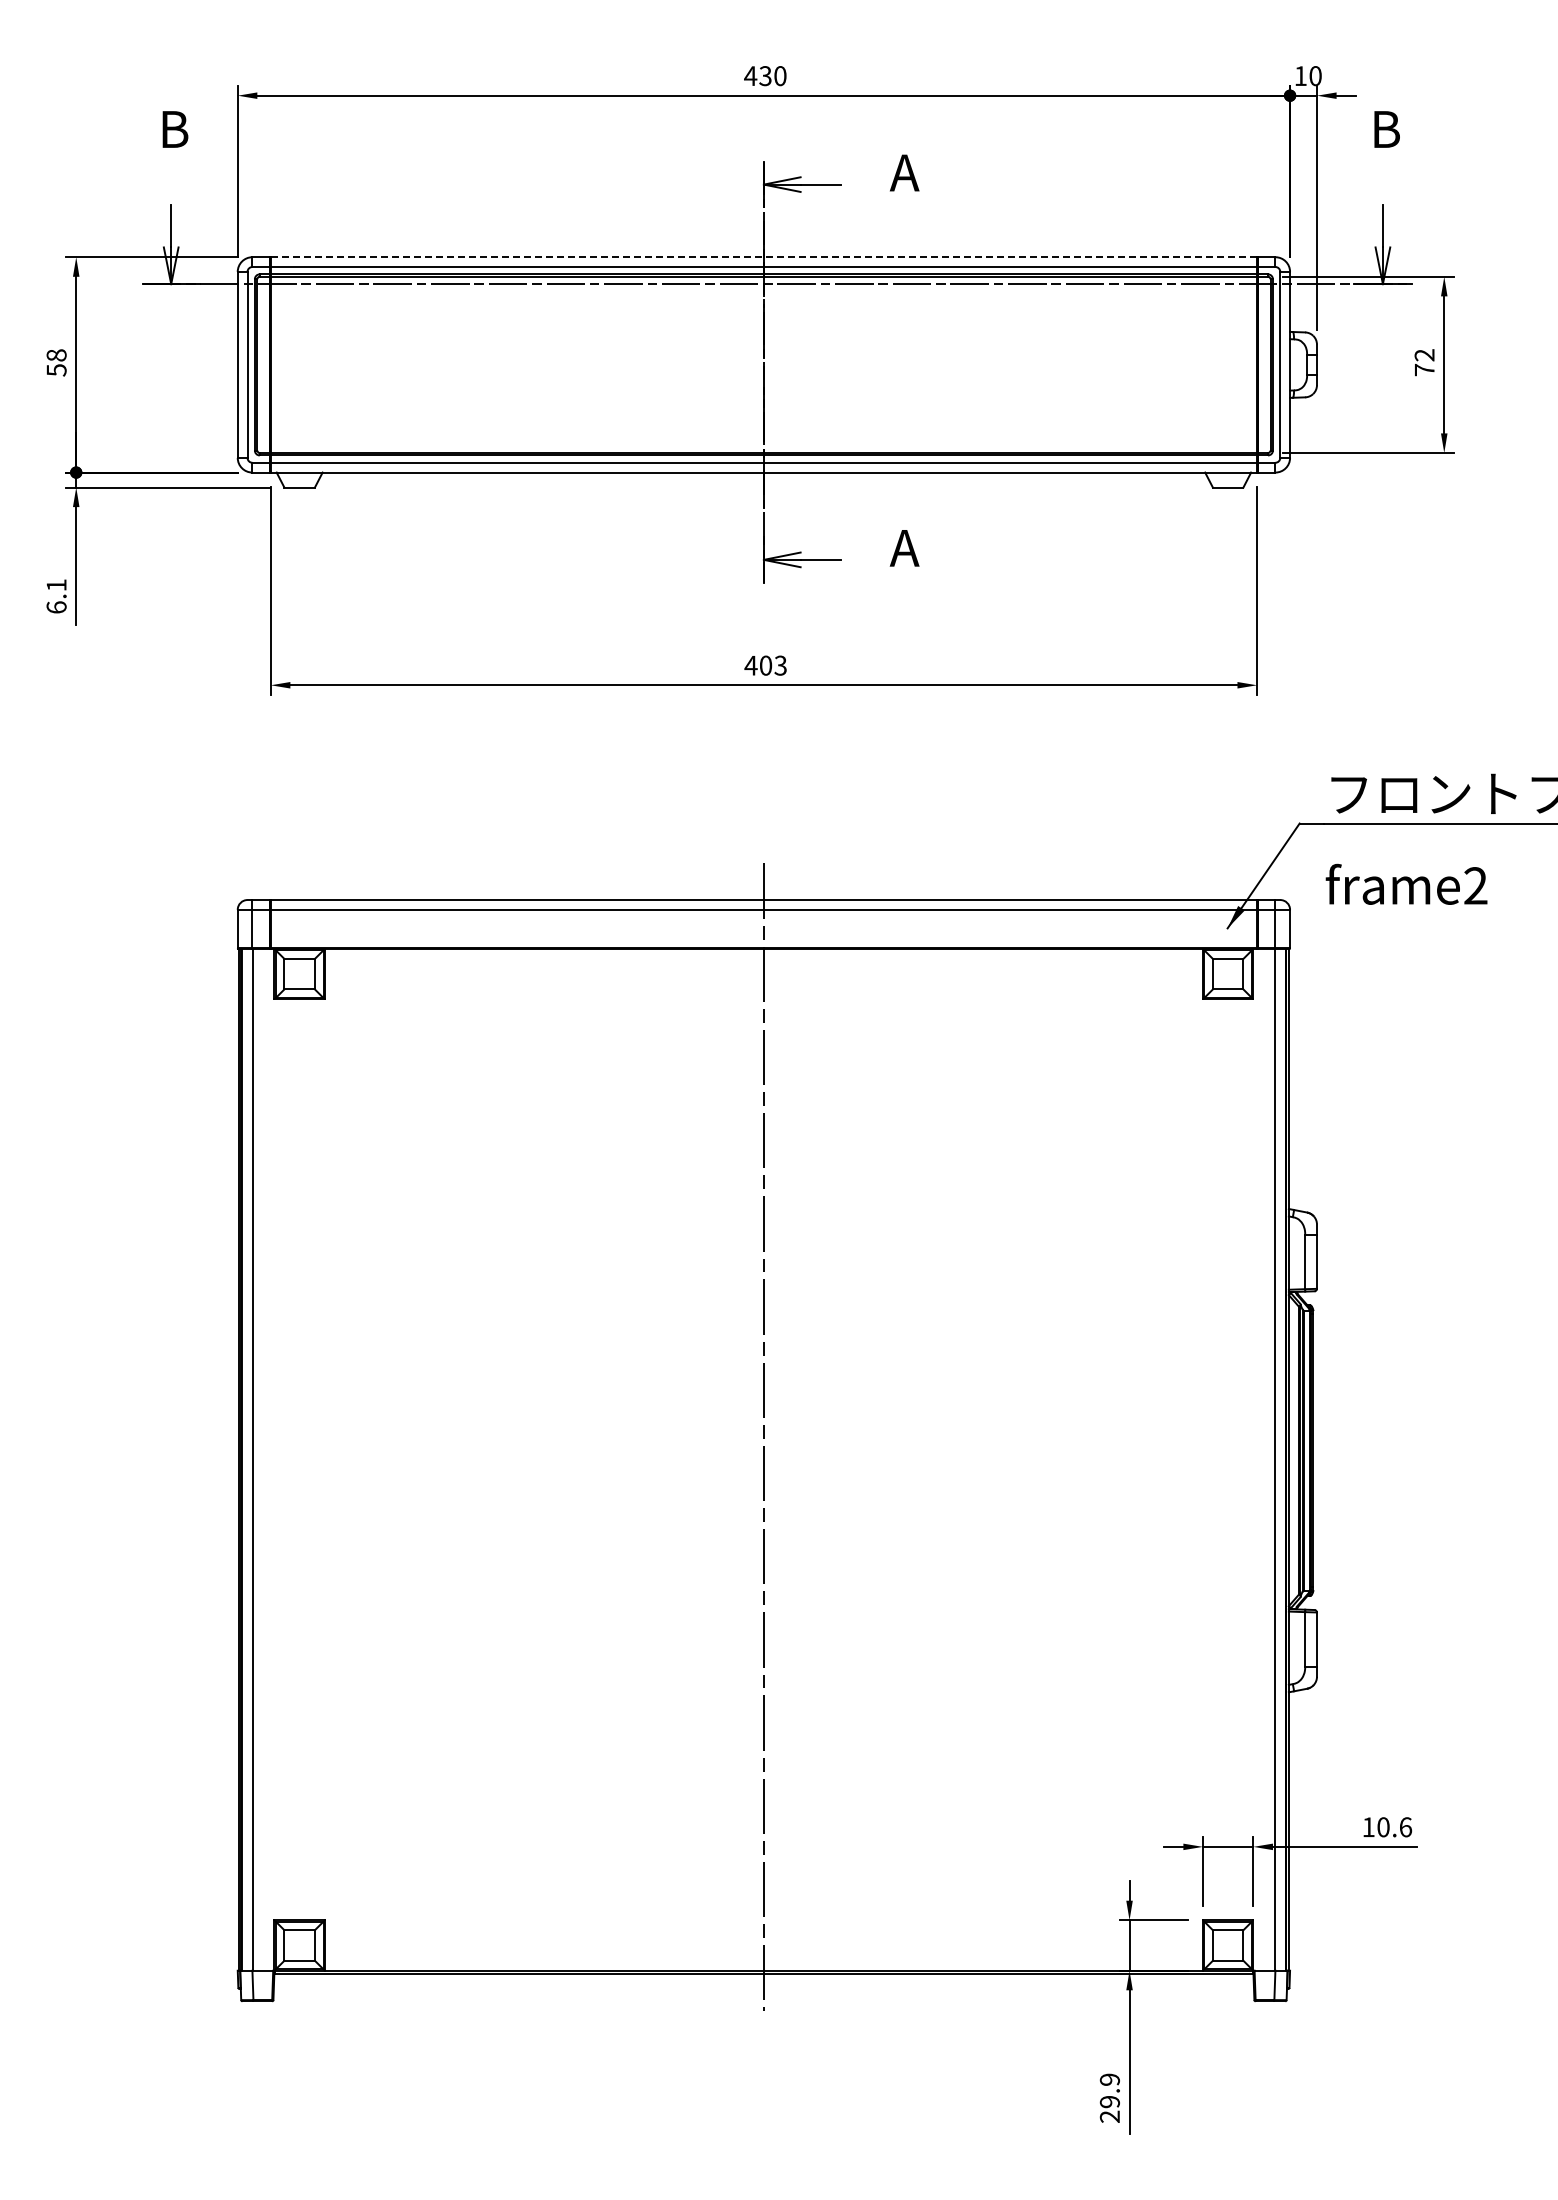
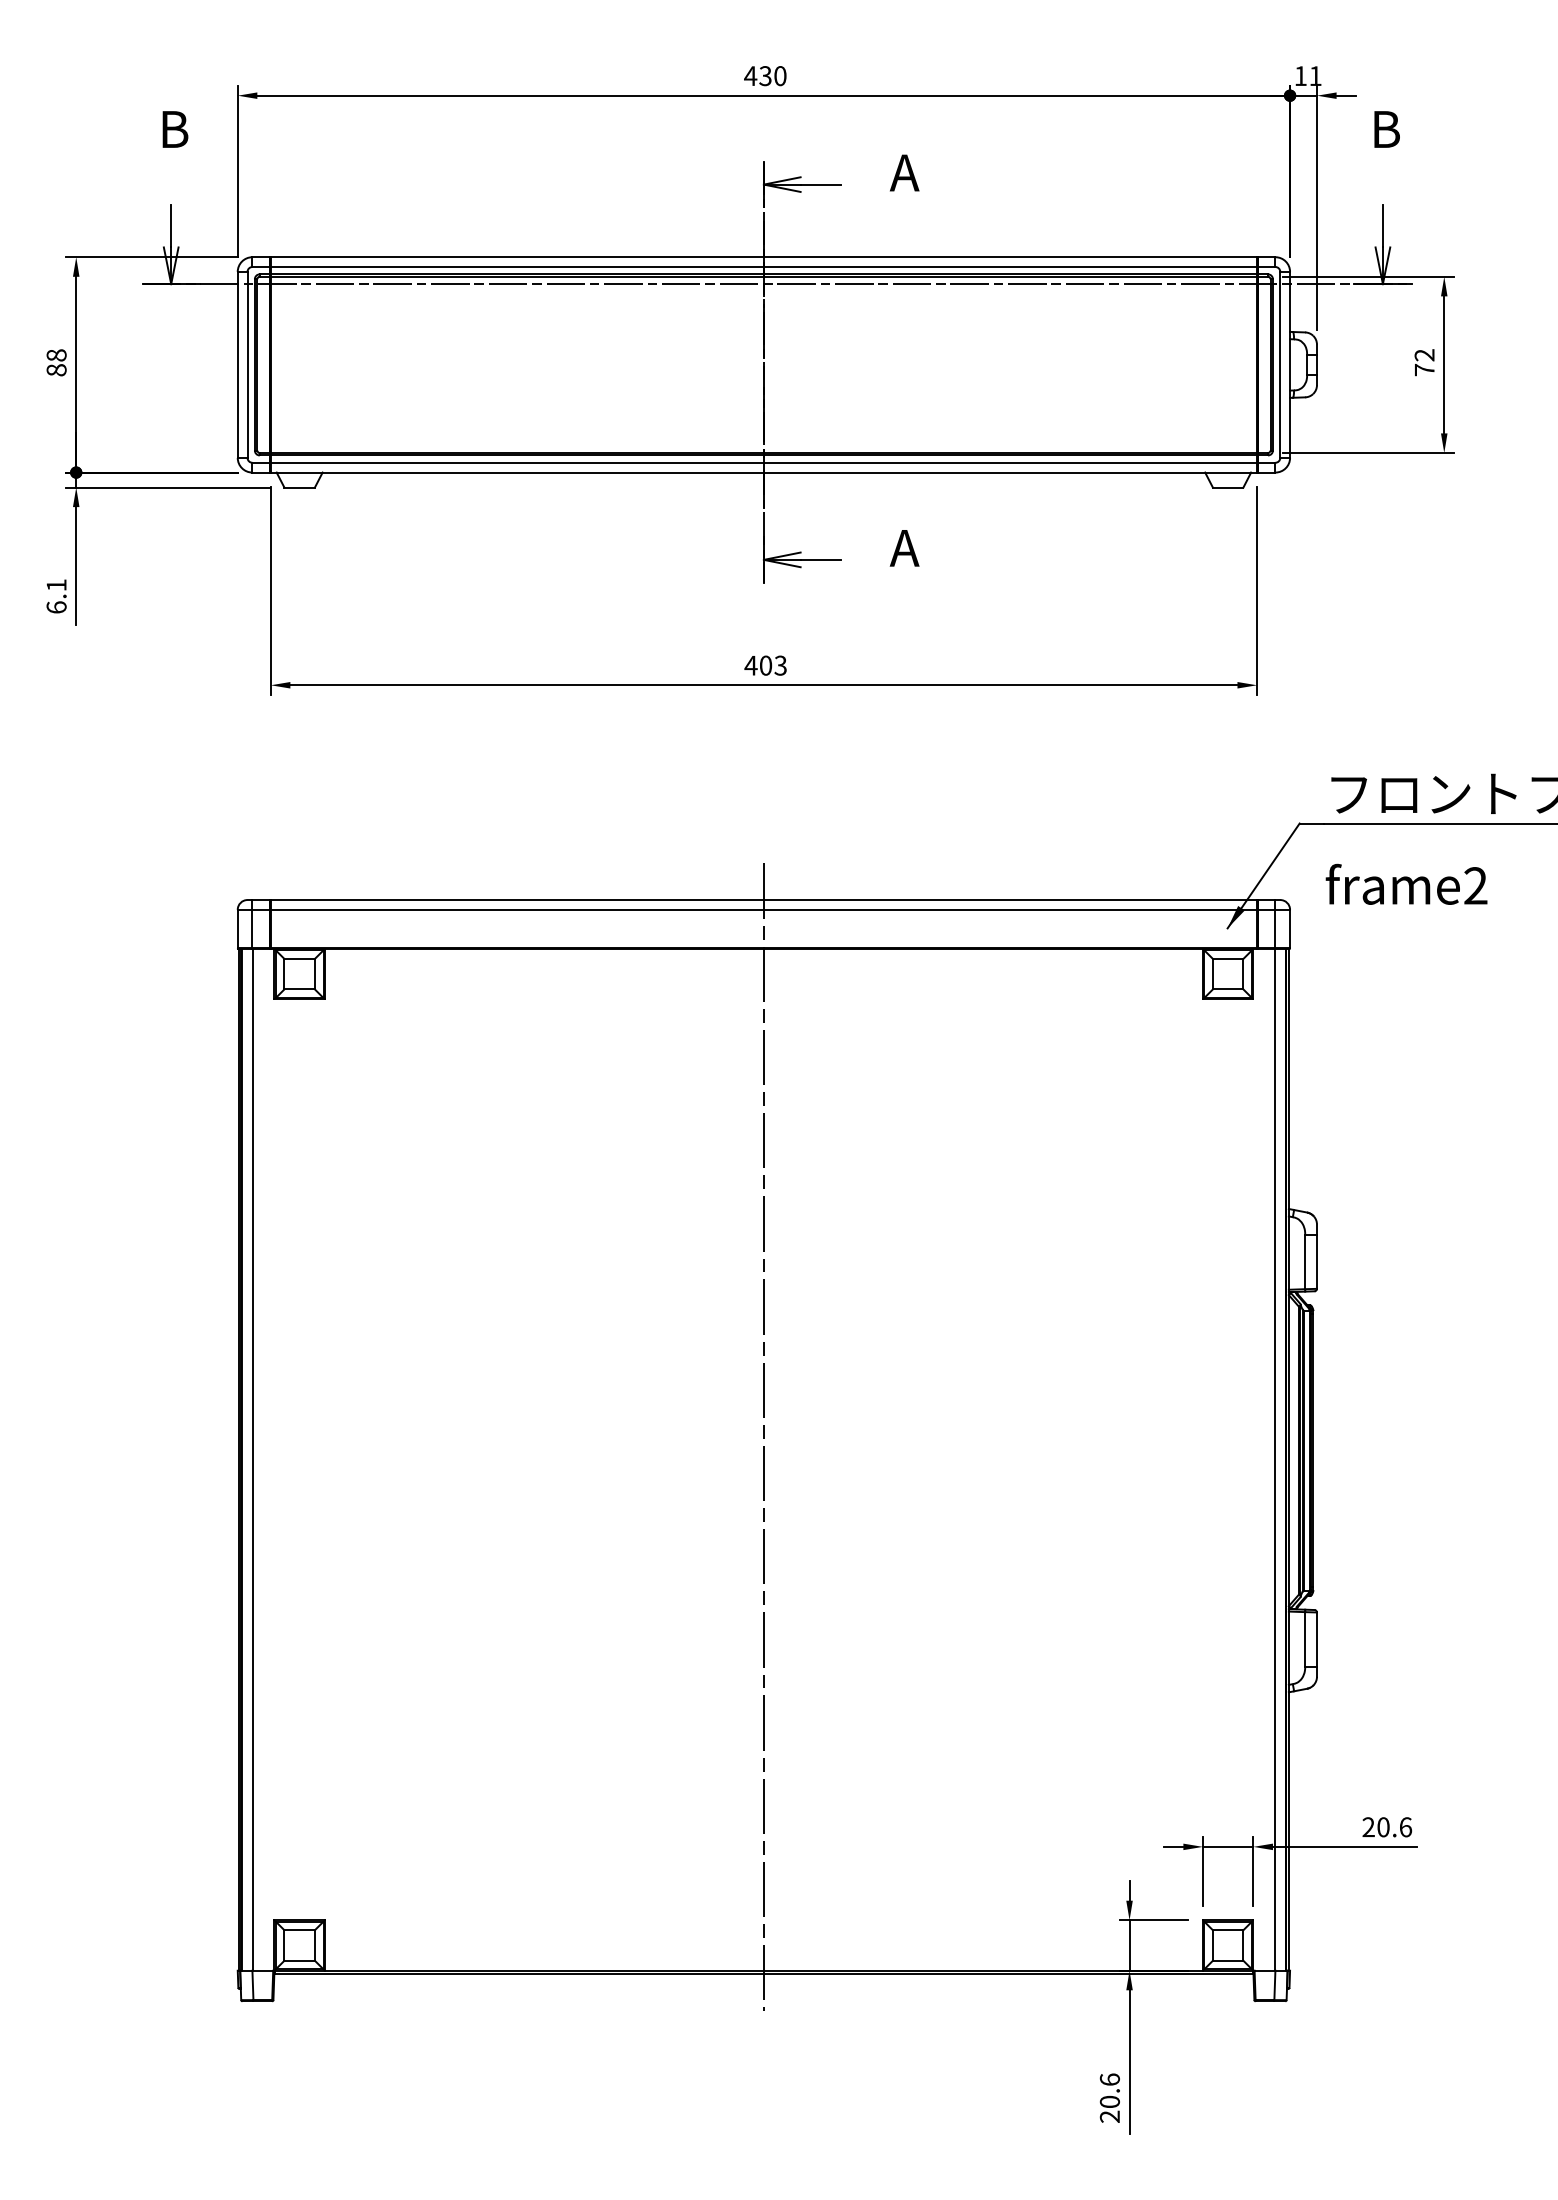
text at (1315, 76): 10 -> 11
line at (764, 257): dashed -> solid
text at (56, 370): 58 -> 88
text at (1368, 1826): 10.6 -> 20.6
text at (1109, 2090): 29.9 -> 20.6
